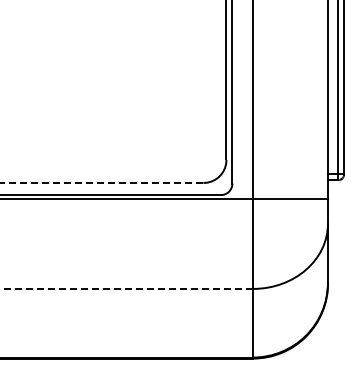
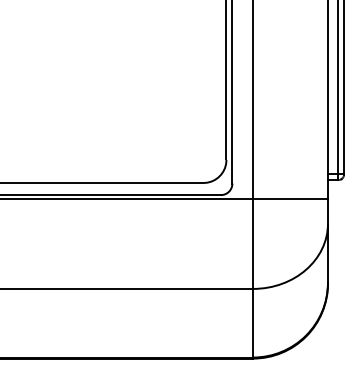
line at (101, 183): dashed -> solid
line at (127, 288): dashed -> solid
